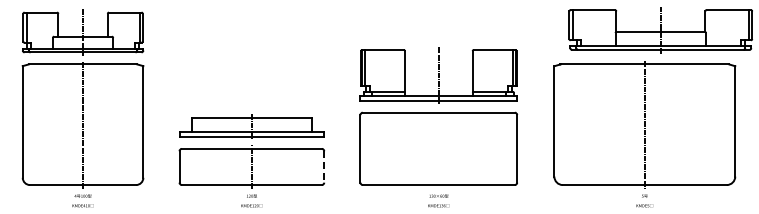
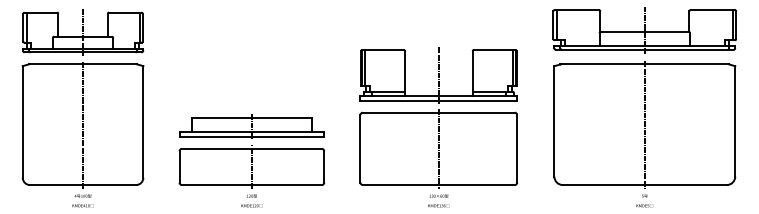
part at (660, 30) position: (660, 30) -> (644, 30)
line at (438, 148): none -> present
line at (324, 166): dashed -> solid
